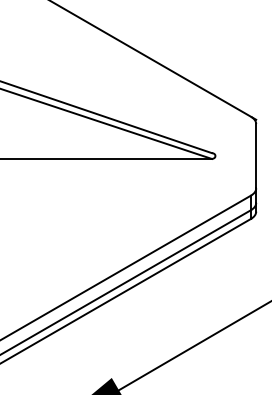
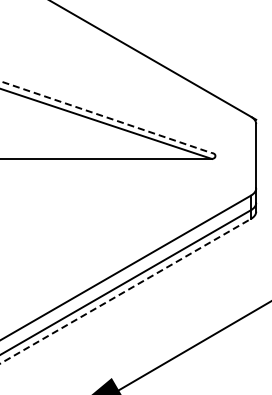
line at (106, 117): solid -> dashed
line at (126, 290): solid -> dashed
